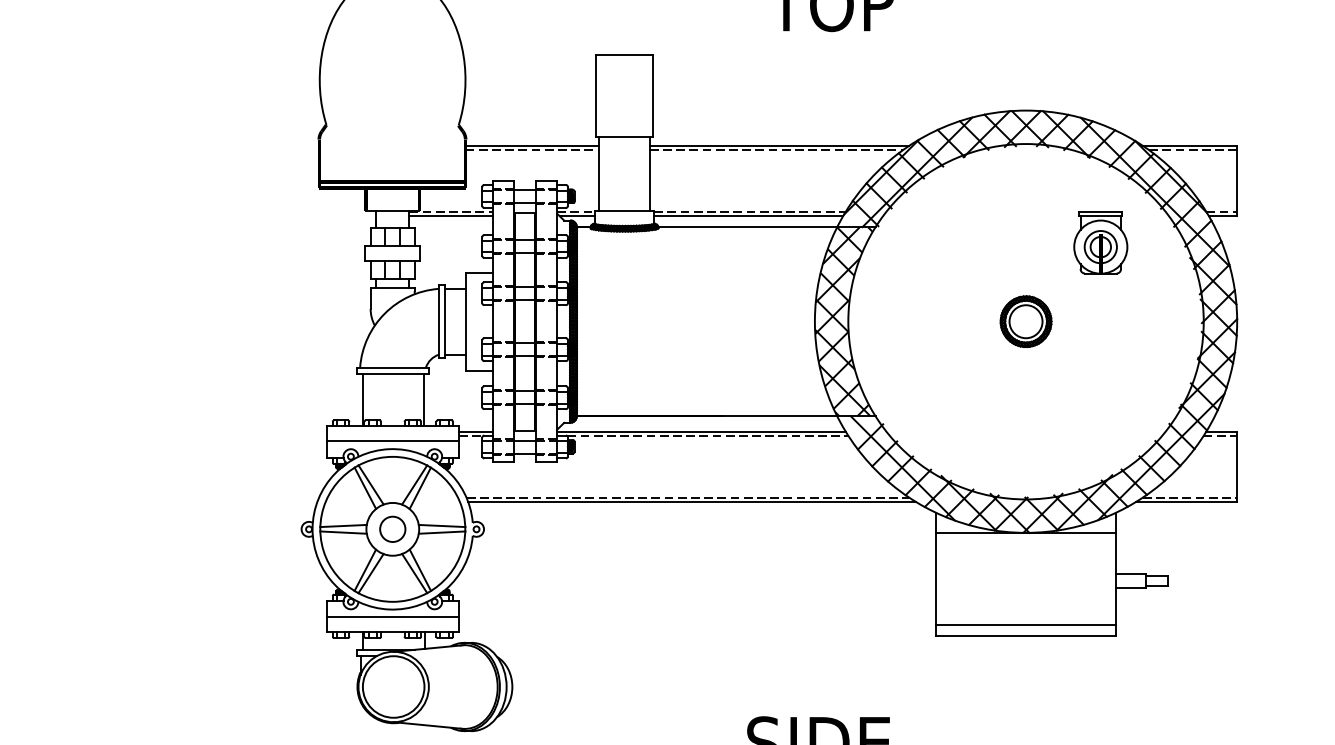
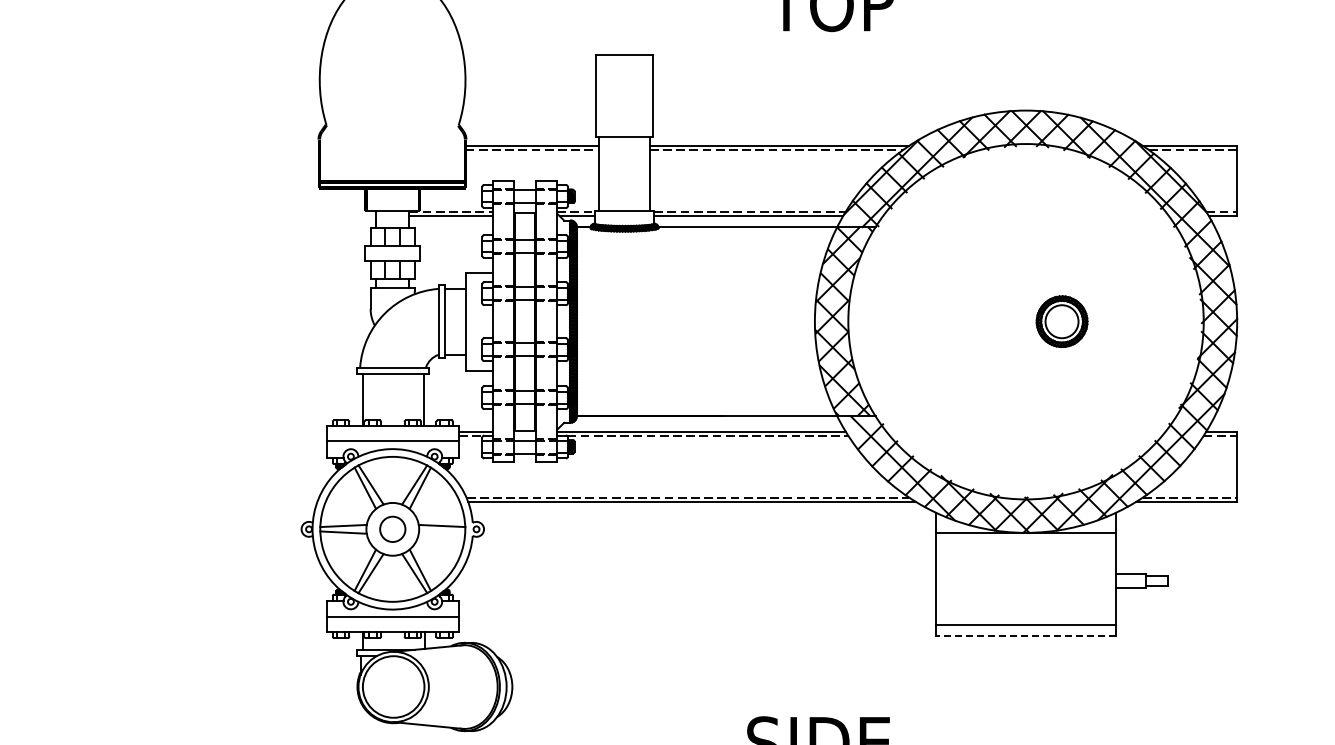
part at (1100, 242): present -> none
part at (1025, 321) position: (1025, 321) -> (1061, 321)
line at (441, 532): present -> none
line at (1026, 636): solid -> dashed
